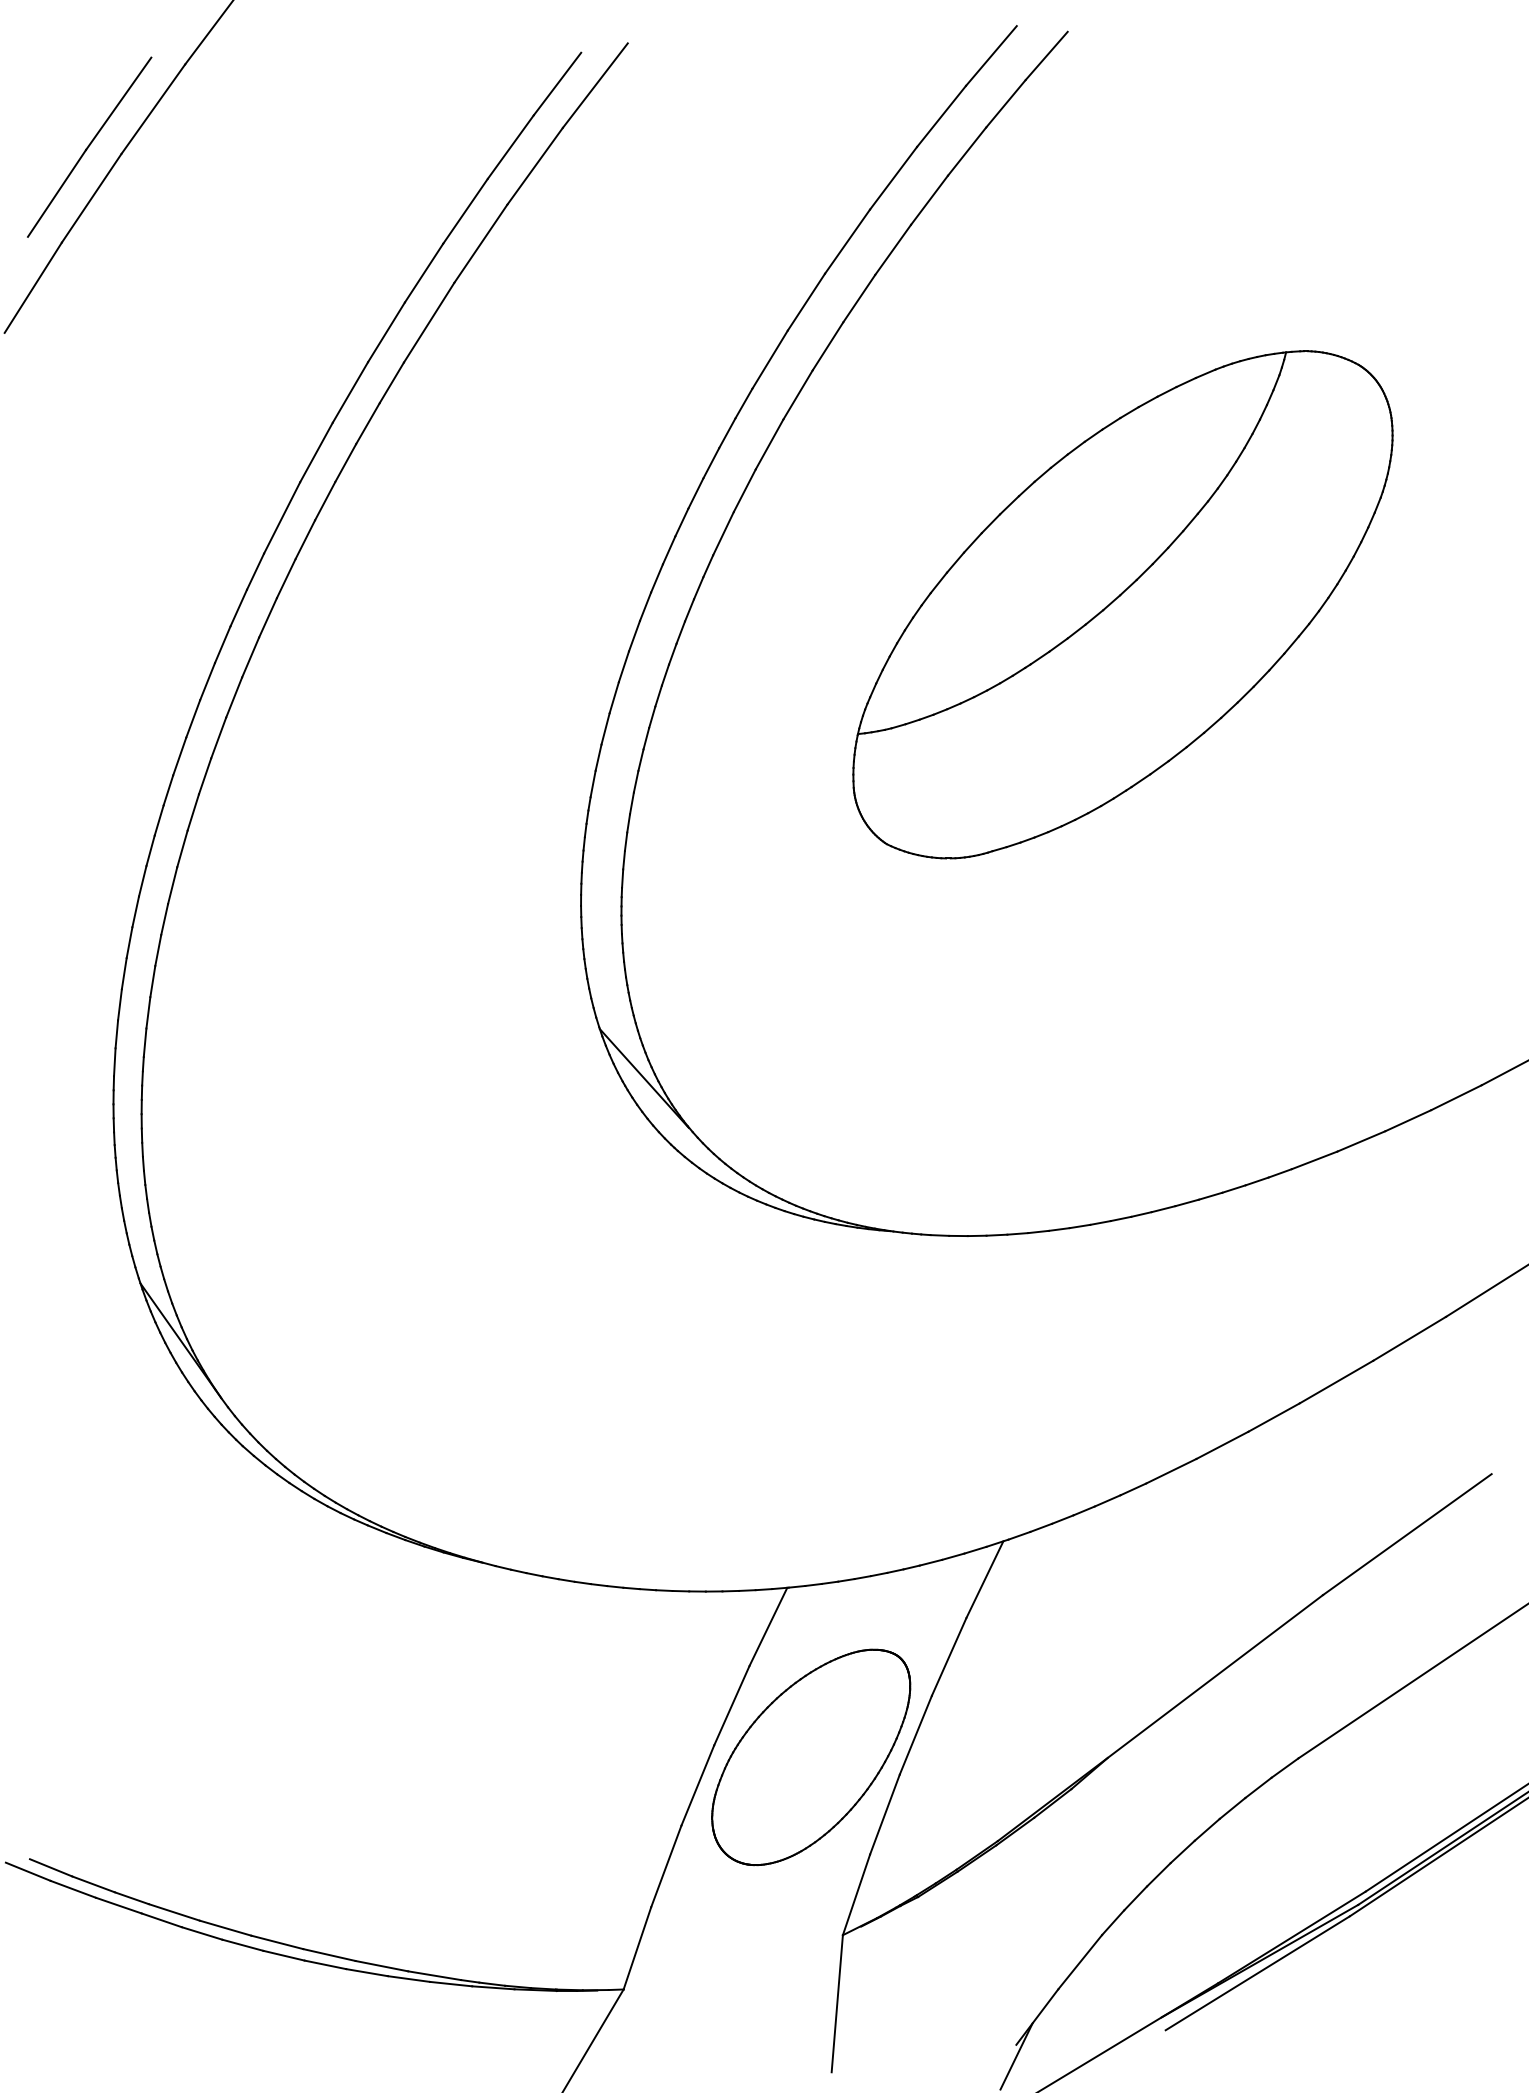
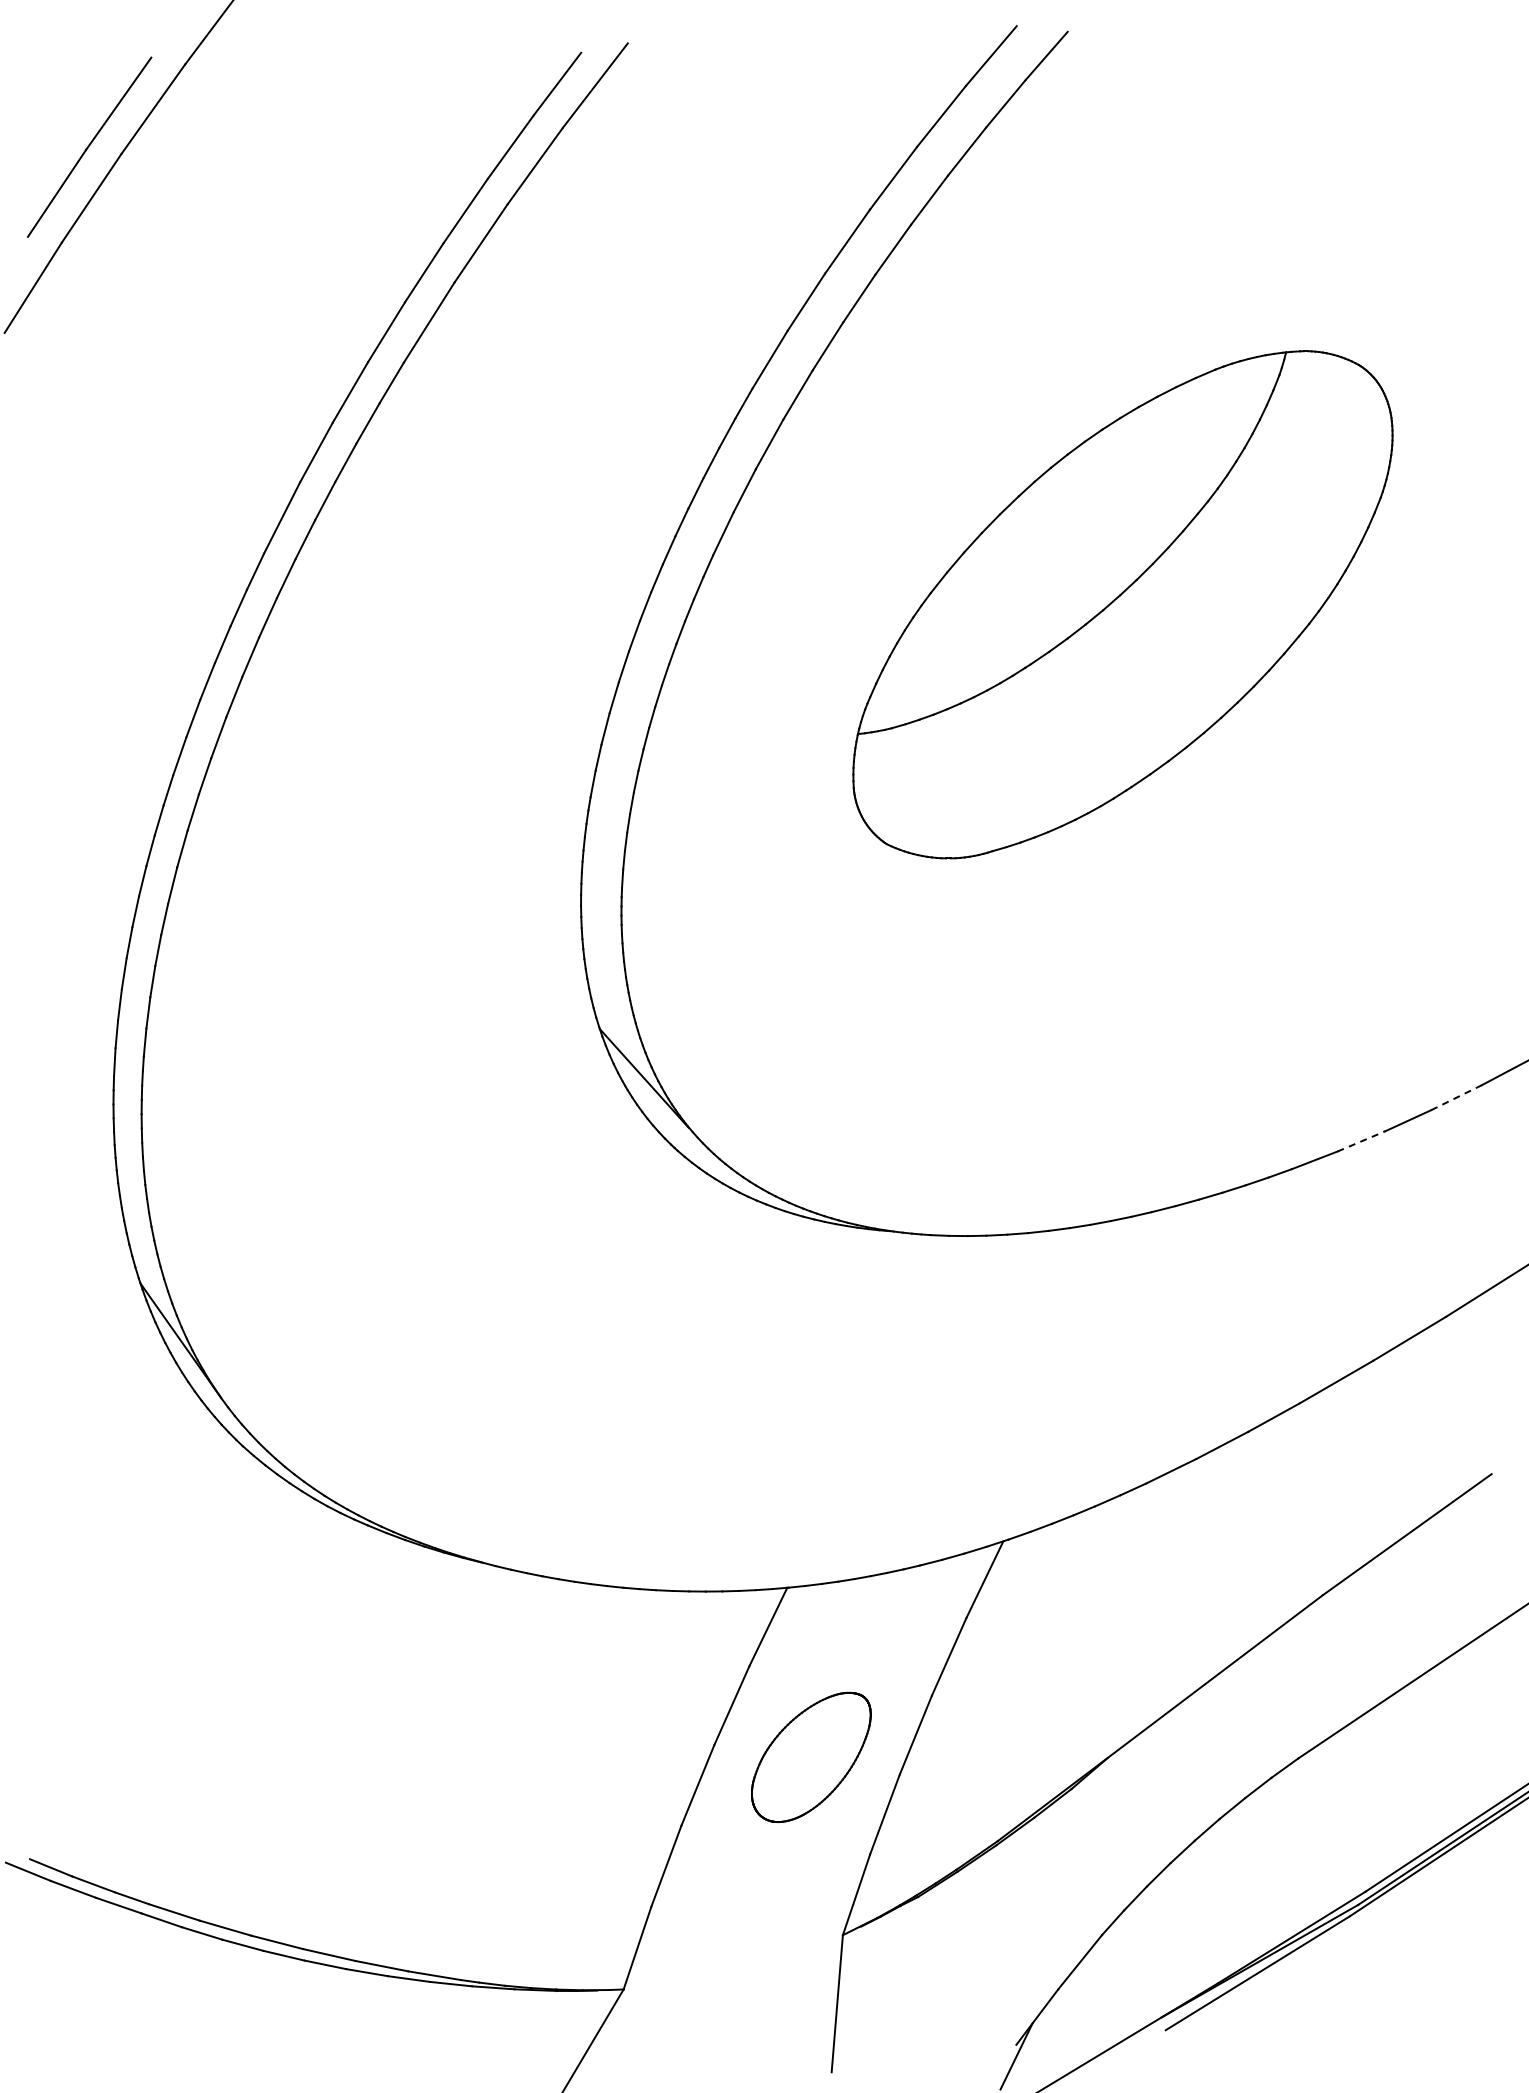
line at (1456, 1097): solid -> dashed
line at (1361, 1141): solid -> dashed
part at (811, 1757) size: 201x219 px -> 121x132 px
